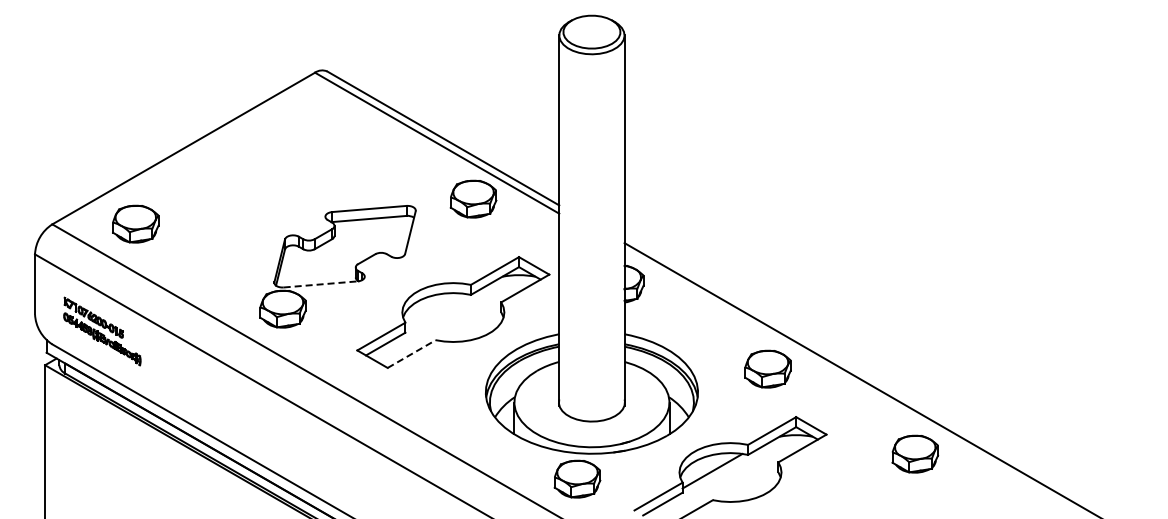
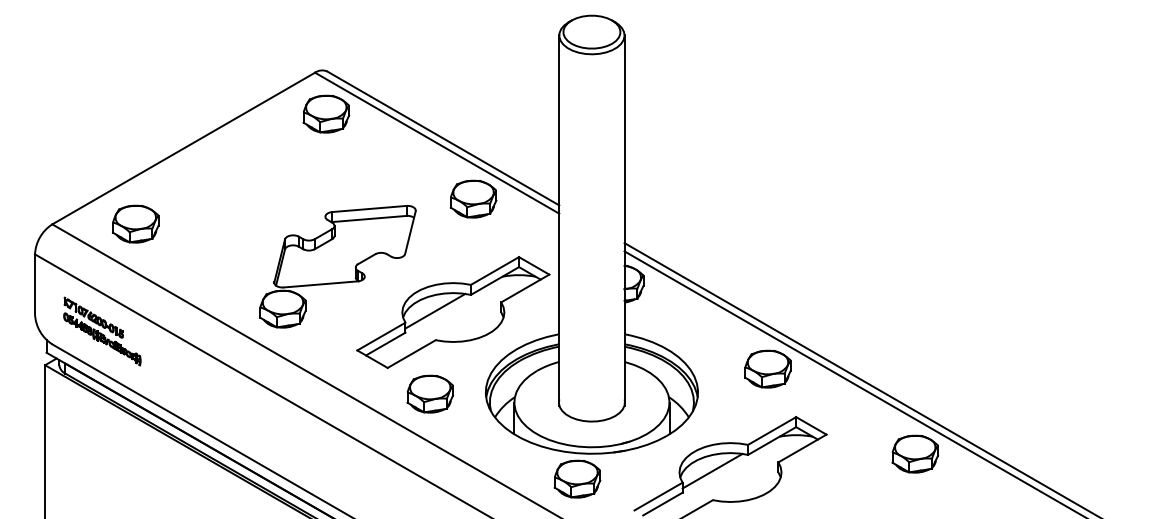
part at (326, 113): none -> present
line at (321, 284): dashed -> solid
line at (435, 310): none -> present
line at (411, 354): dashed -> solid
line at (853, 383): none -> present
part at (430, 393): none -> present
